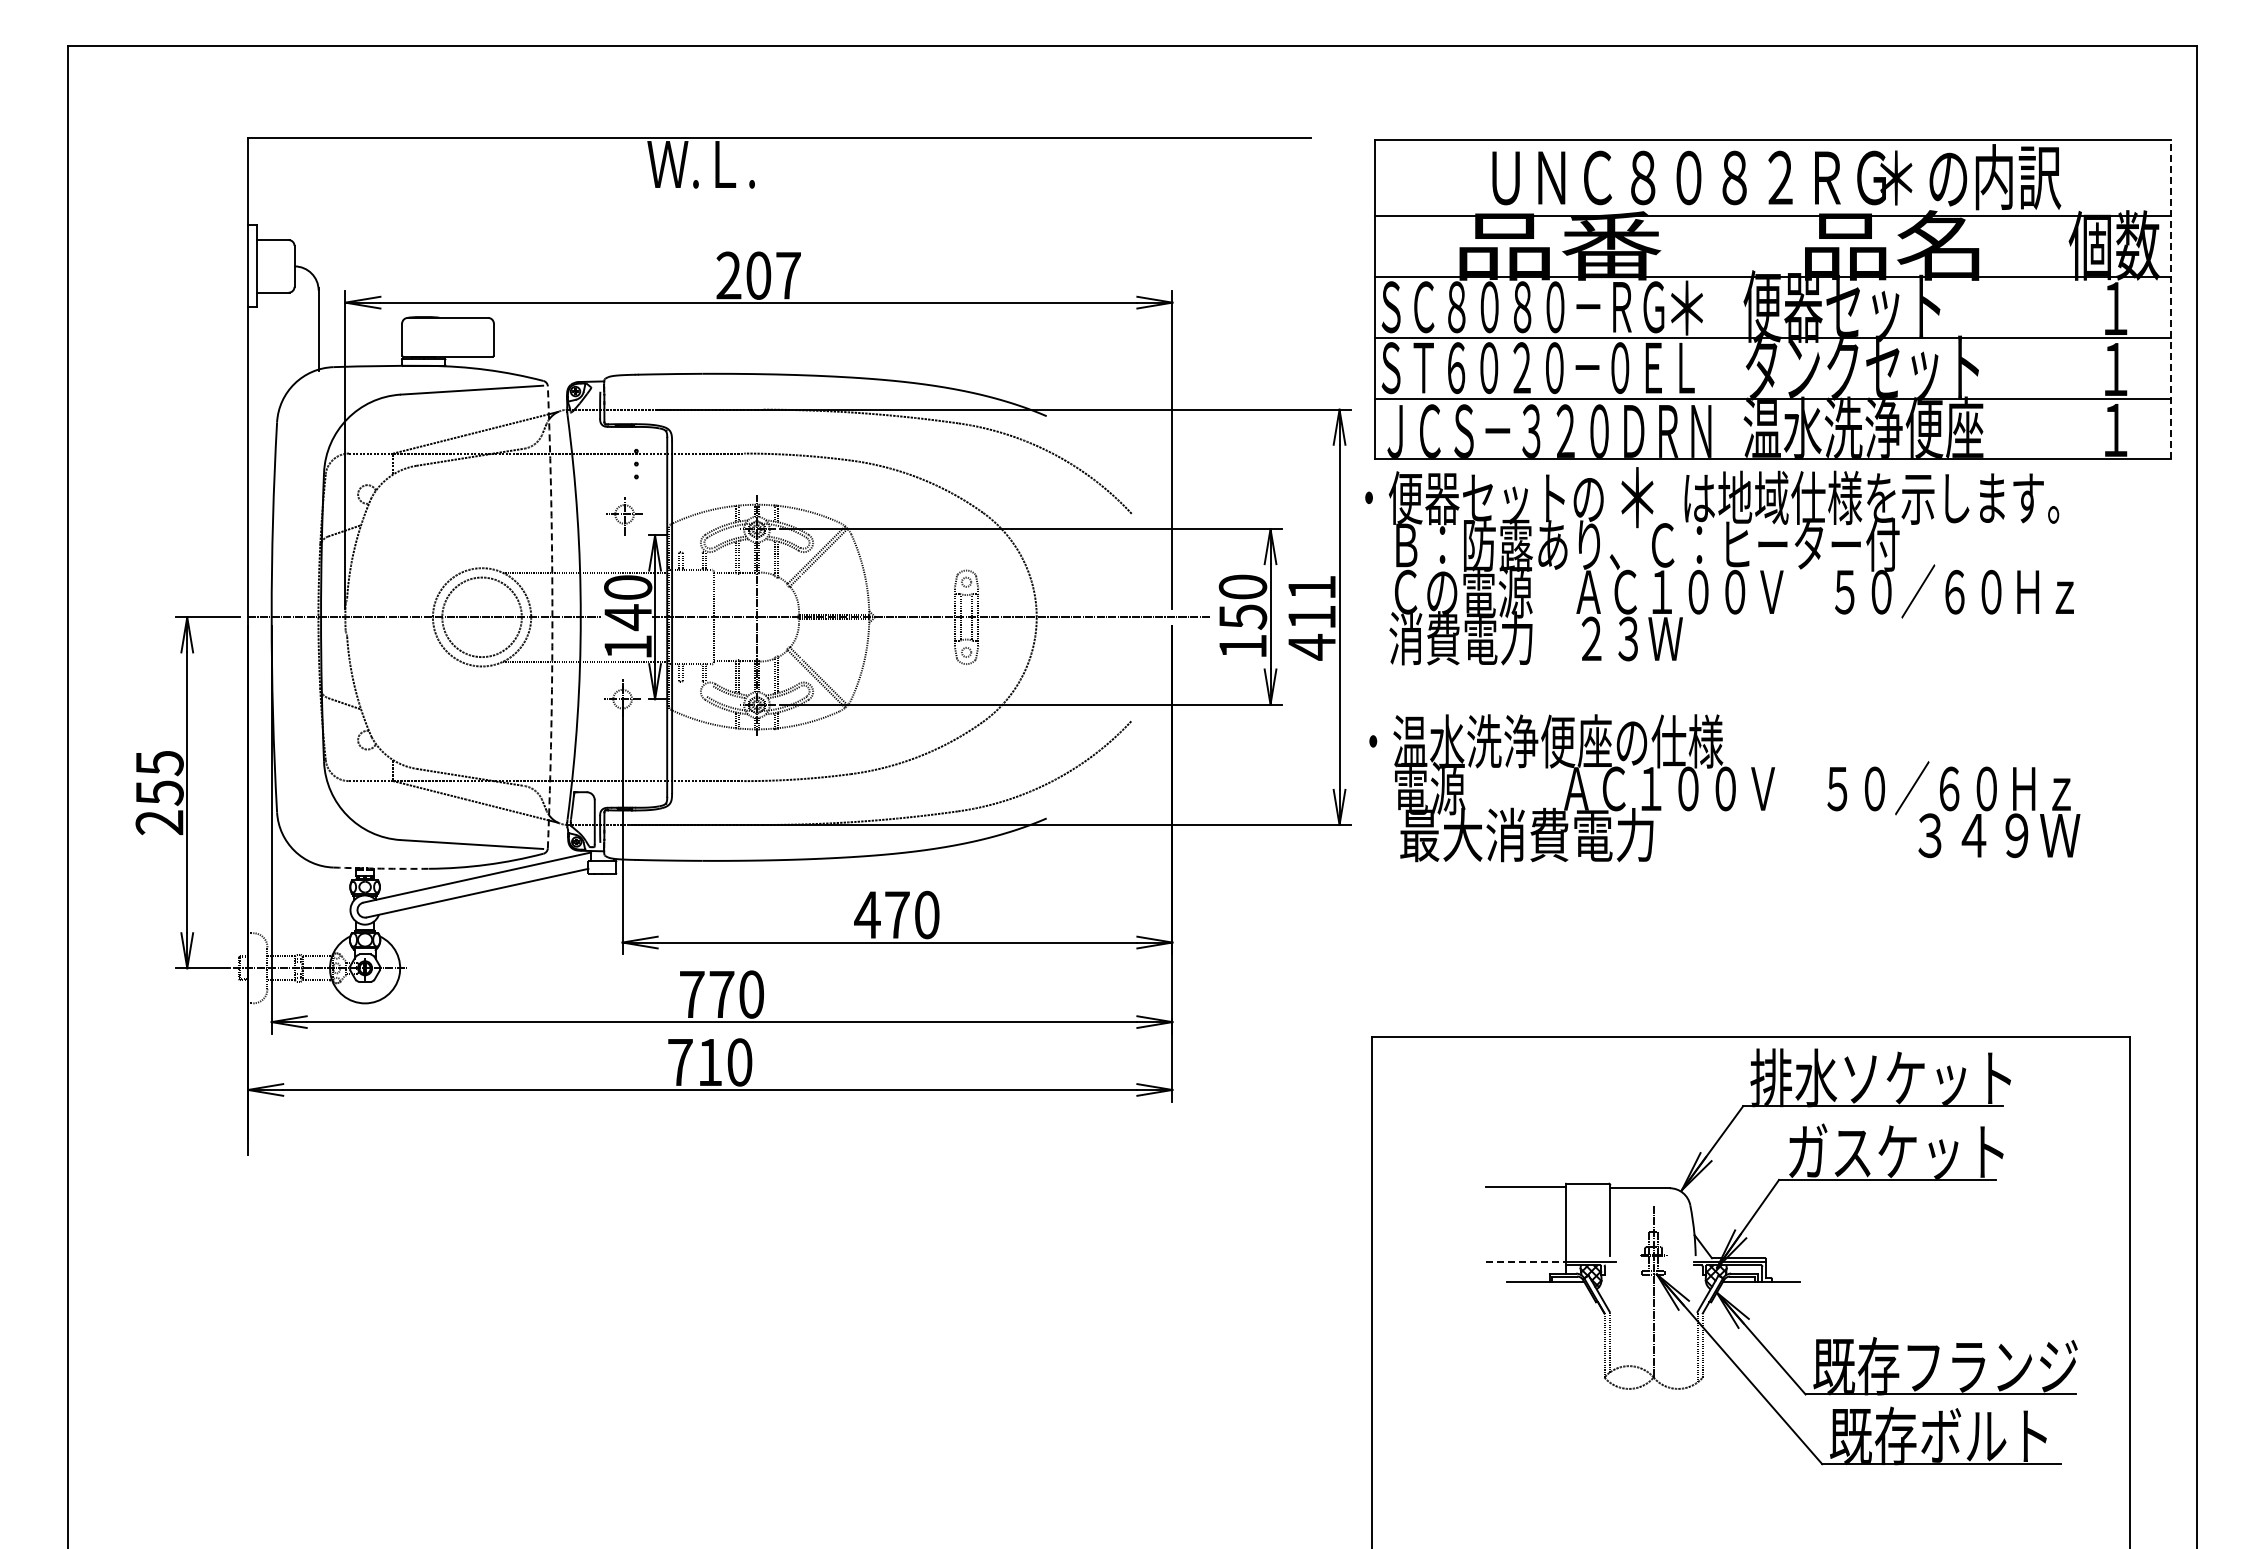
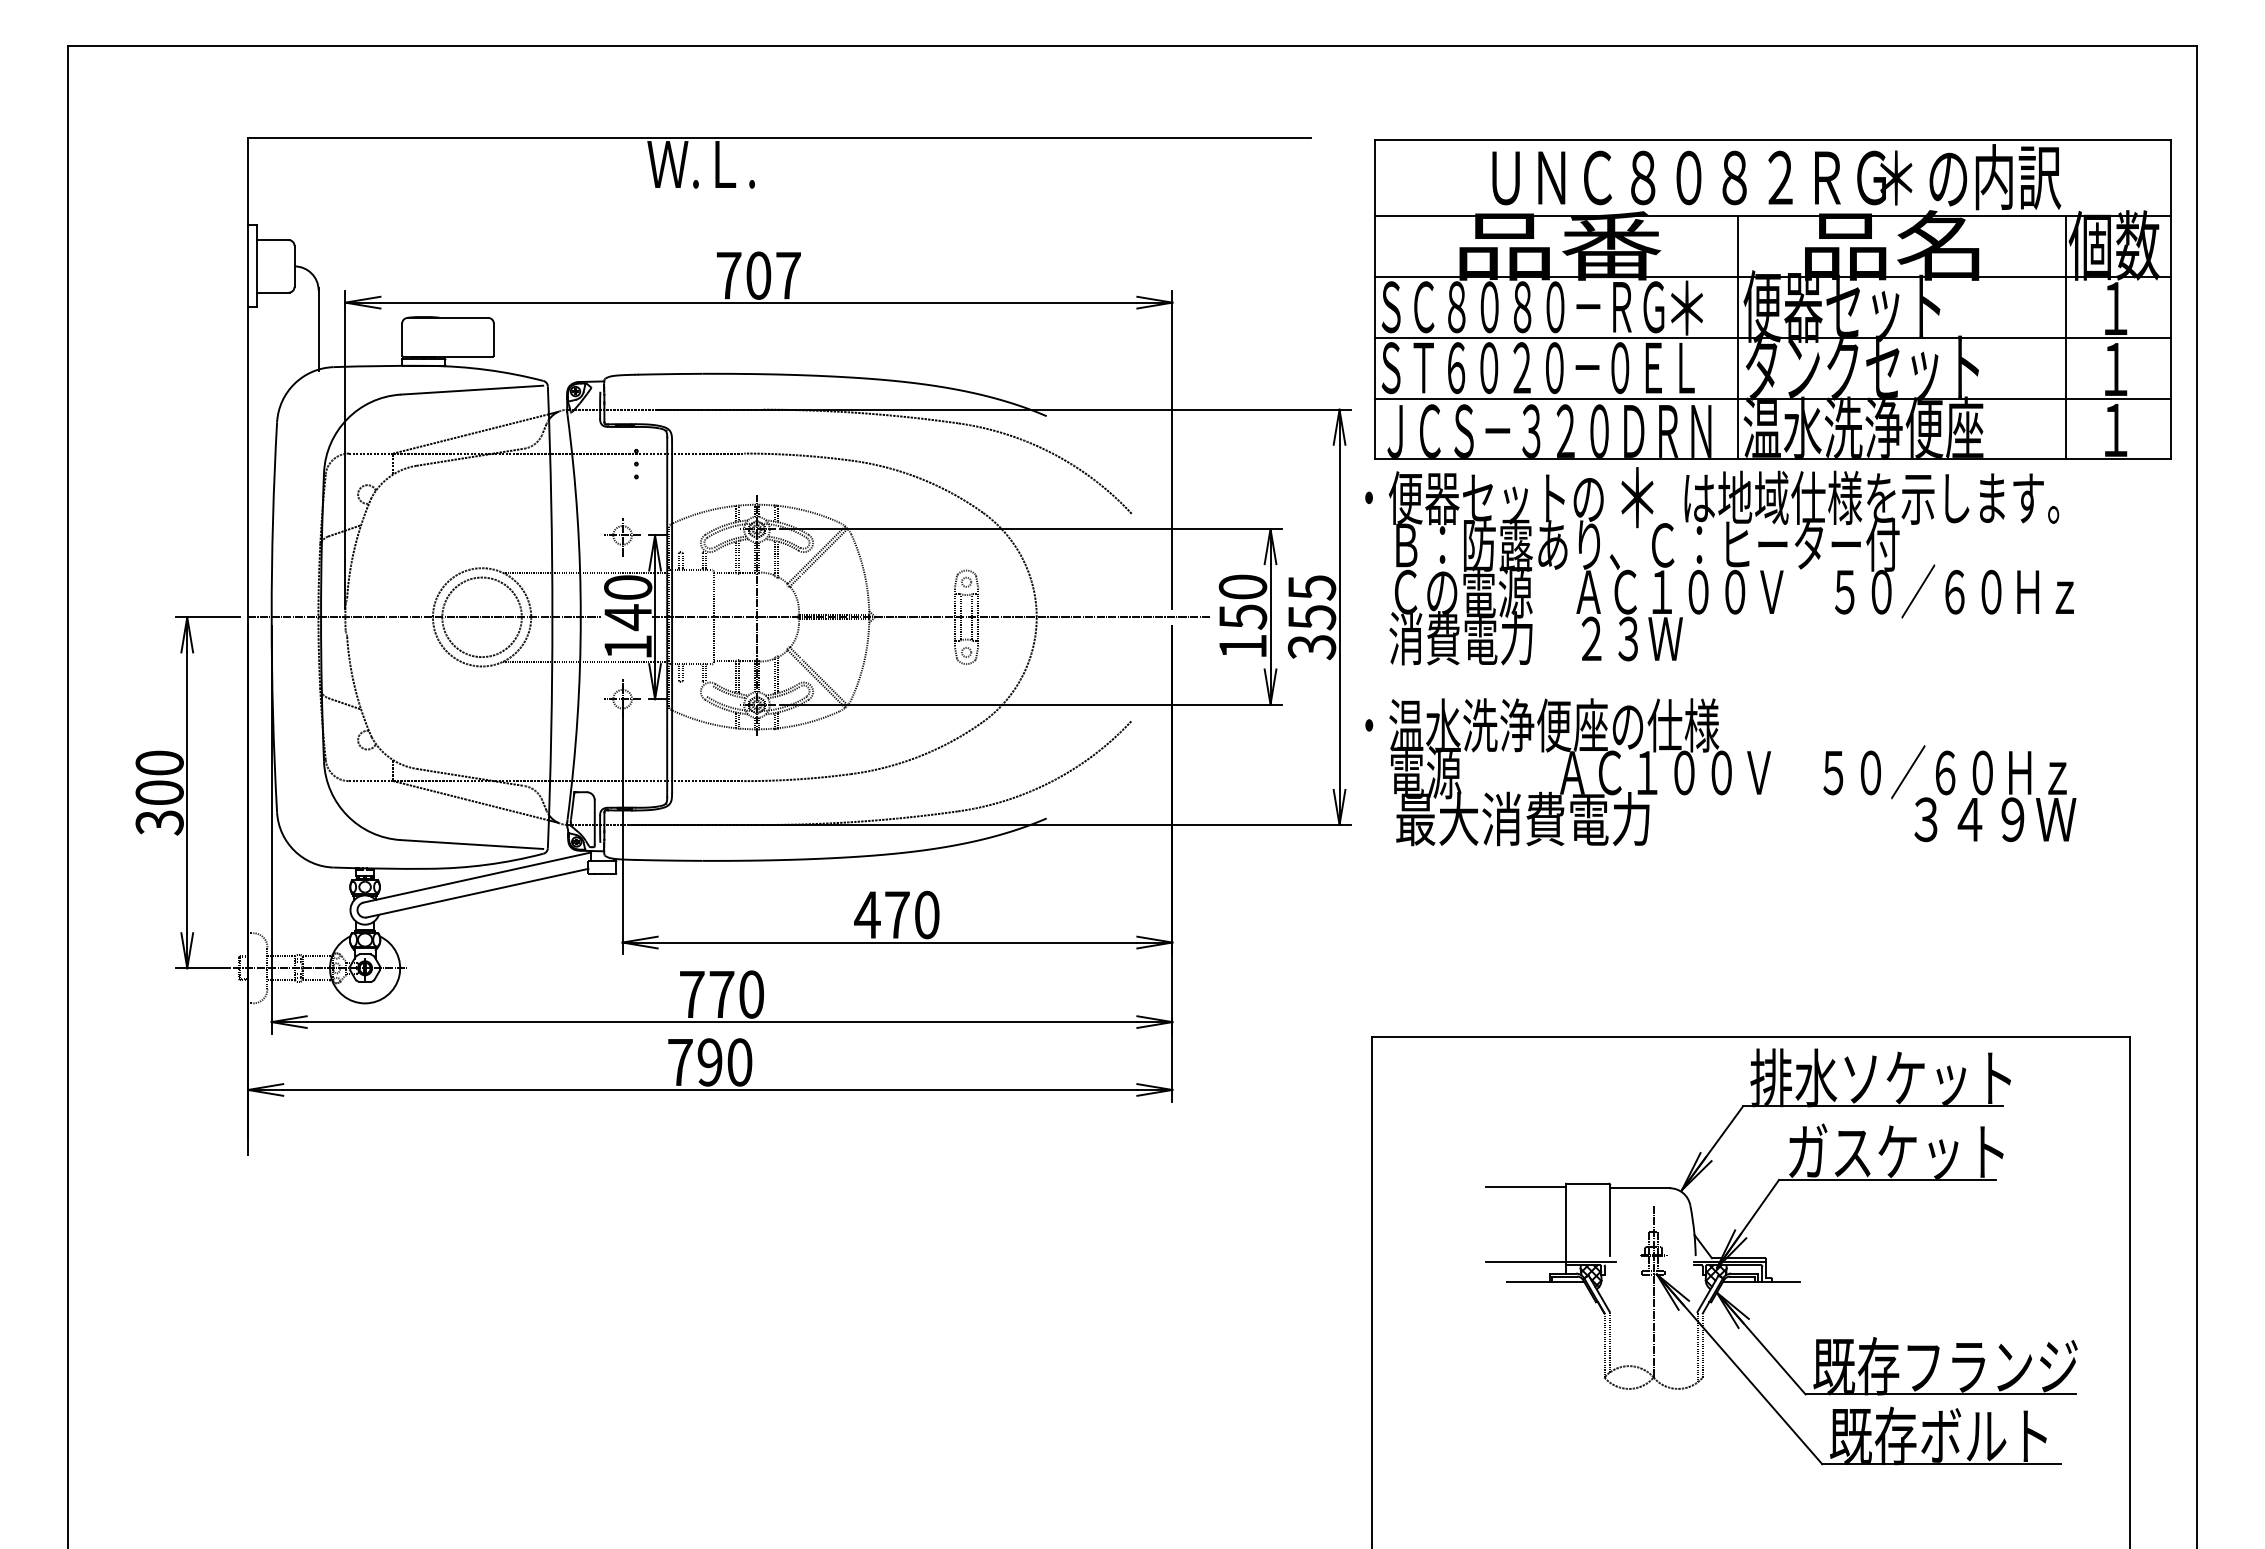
text at (728, 275): 207 -> 707
line at (2171, 299): dashed -> solid
line at (1738, 337): none -> present
line at (2066, 337): none -> present
part at (624, 516) position: (624, 516) -> (622, 537)
arc at (552, 617): dashed -> solid
text at (1311, 617): 411 -> 355
text at (1724, 788) position: (1724, 788) -> (1720, 772)
text at (159, 792): 255 -> 300
arc at (381, 868): dashed -> solid
text at (709, 1062): 710 -> 790
line at (1526, 1261): dashed -> solid
